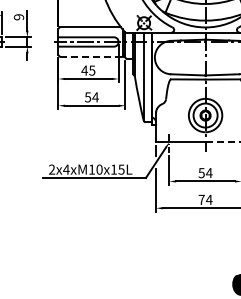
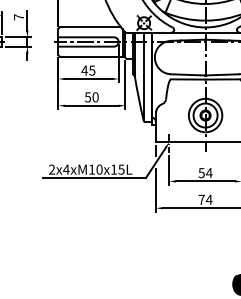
text at (18, 17): 9 -> 7
line at (92, 56): dashed -> solid
text at (95, 97): 54 -> 50
line at (223, 142): dashed -> solid
